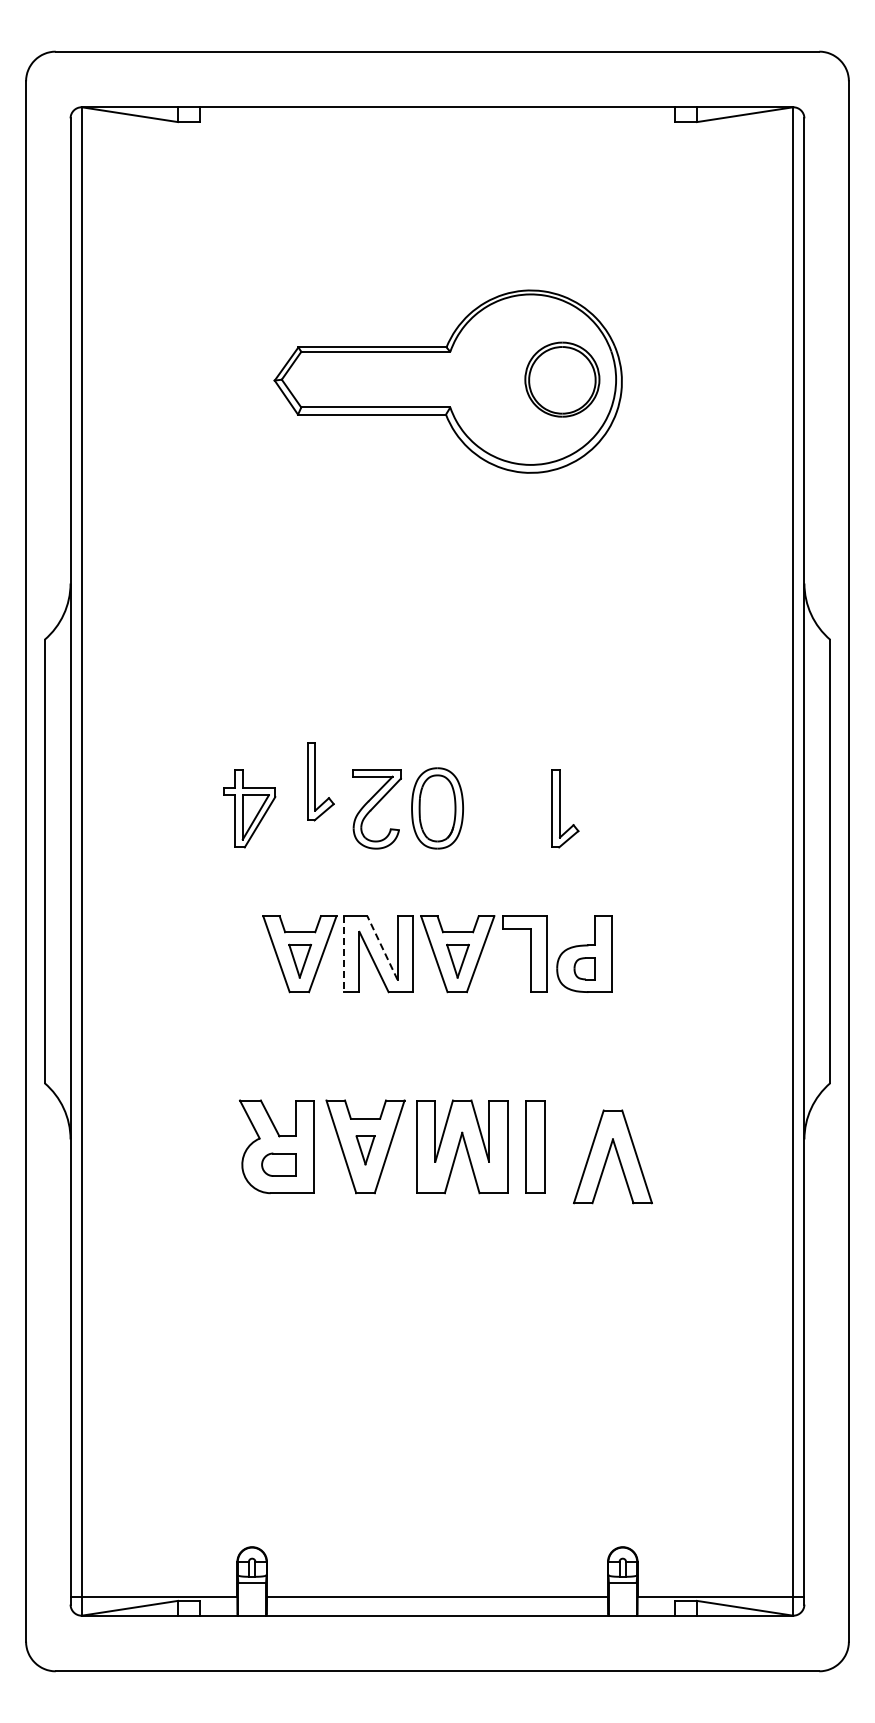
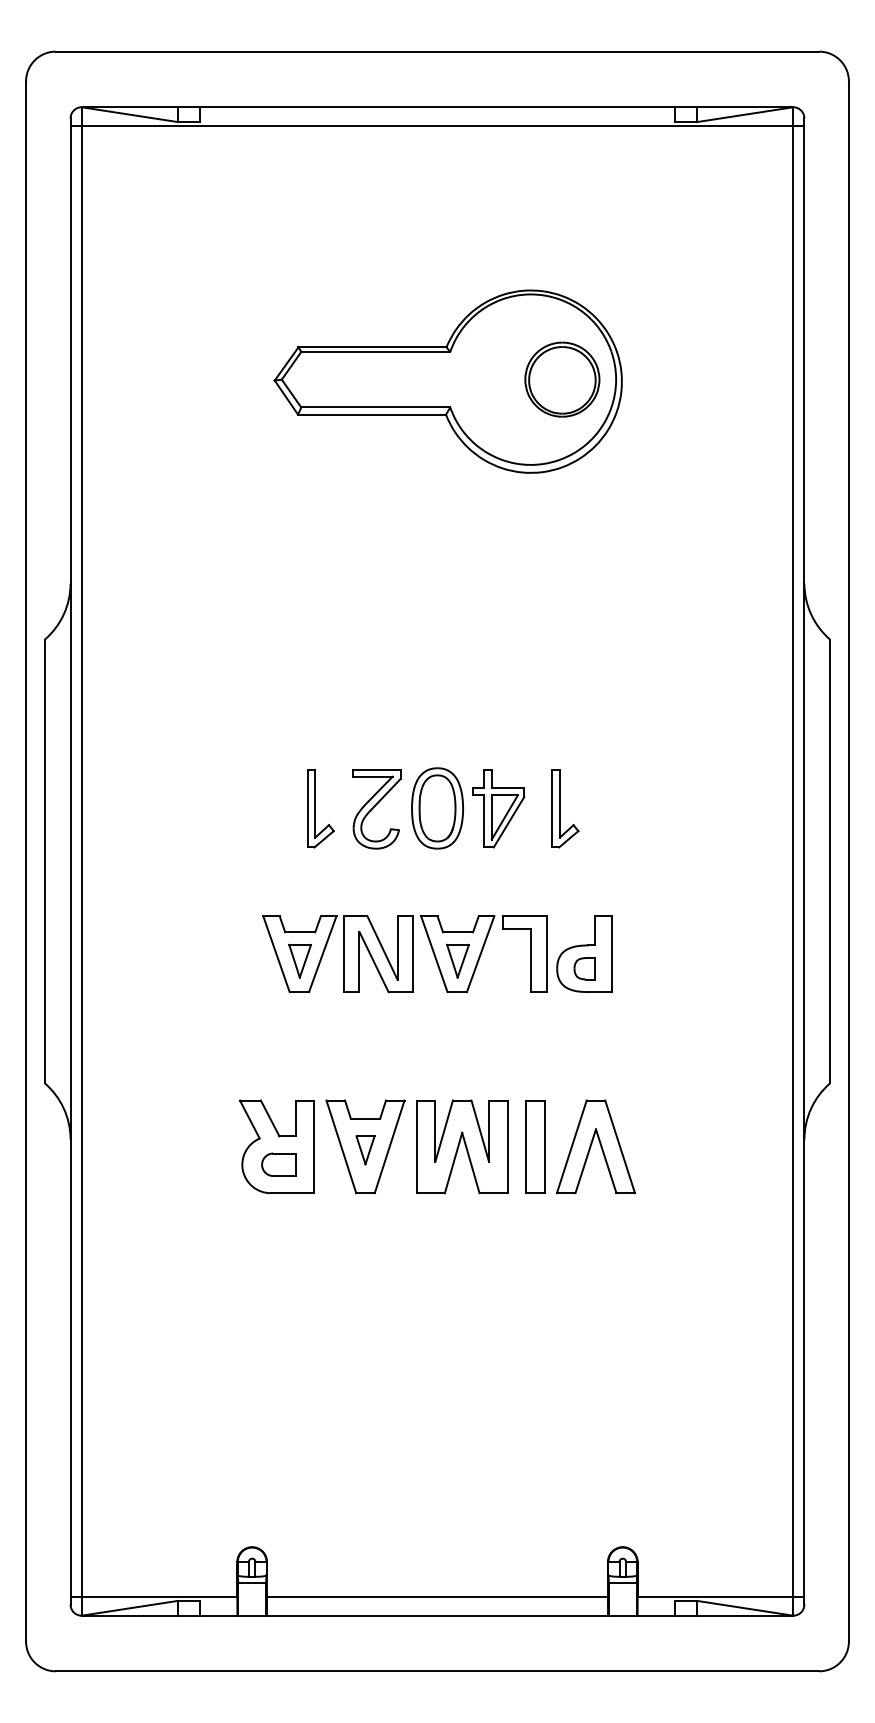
line at (437, 125): none -> present
part at (320, 781) position: (320, 781) -> (320, 808)
part at (249, 808) position: (249, 808) -> (498, 808)
line at (382, 947): dashed -> solid
line at (344, 954): dashed -> solid
part at (612, 1156) position: (612, 1156) -> (595, 1146)
